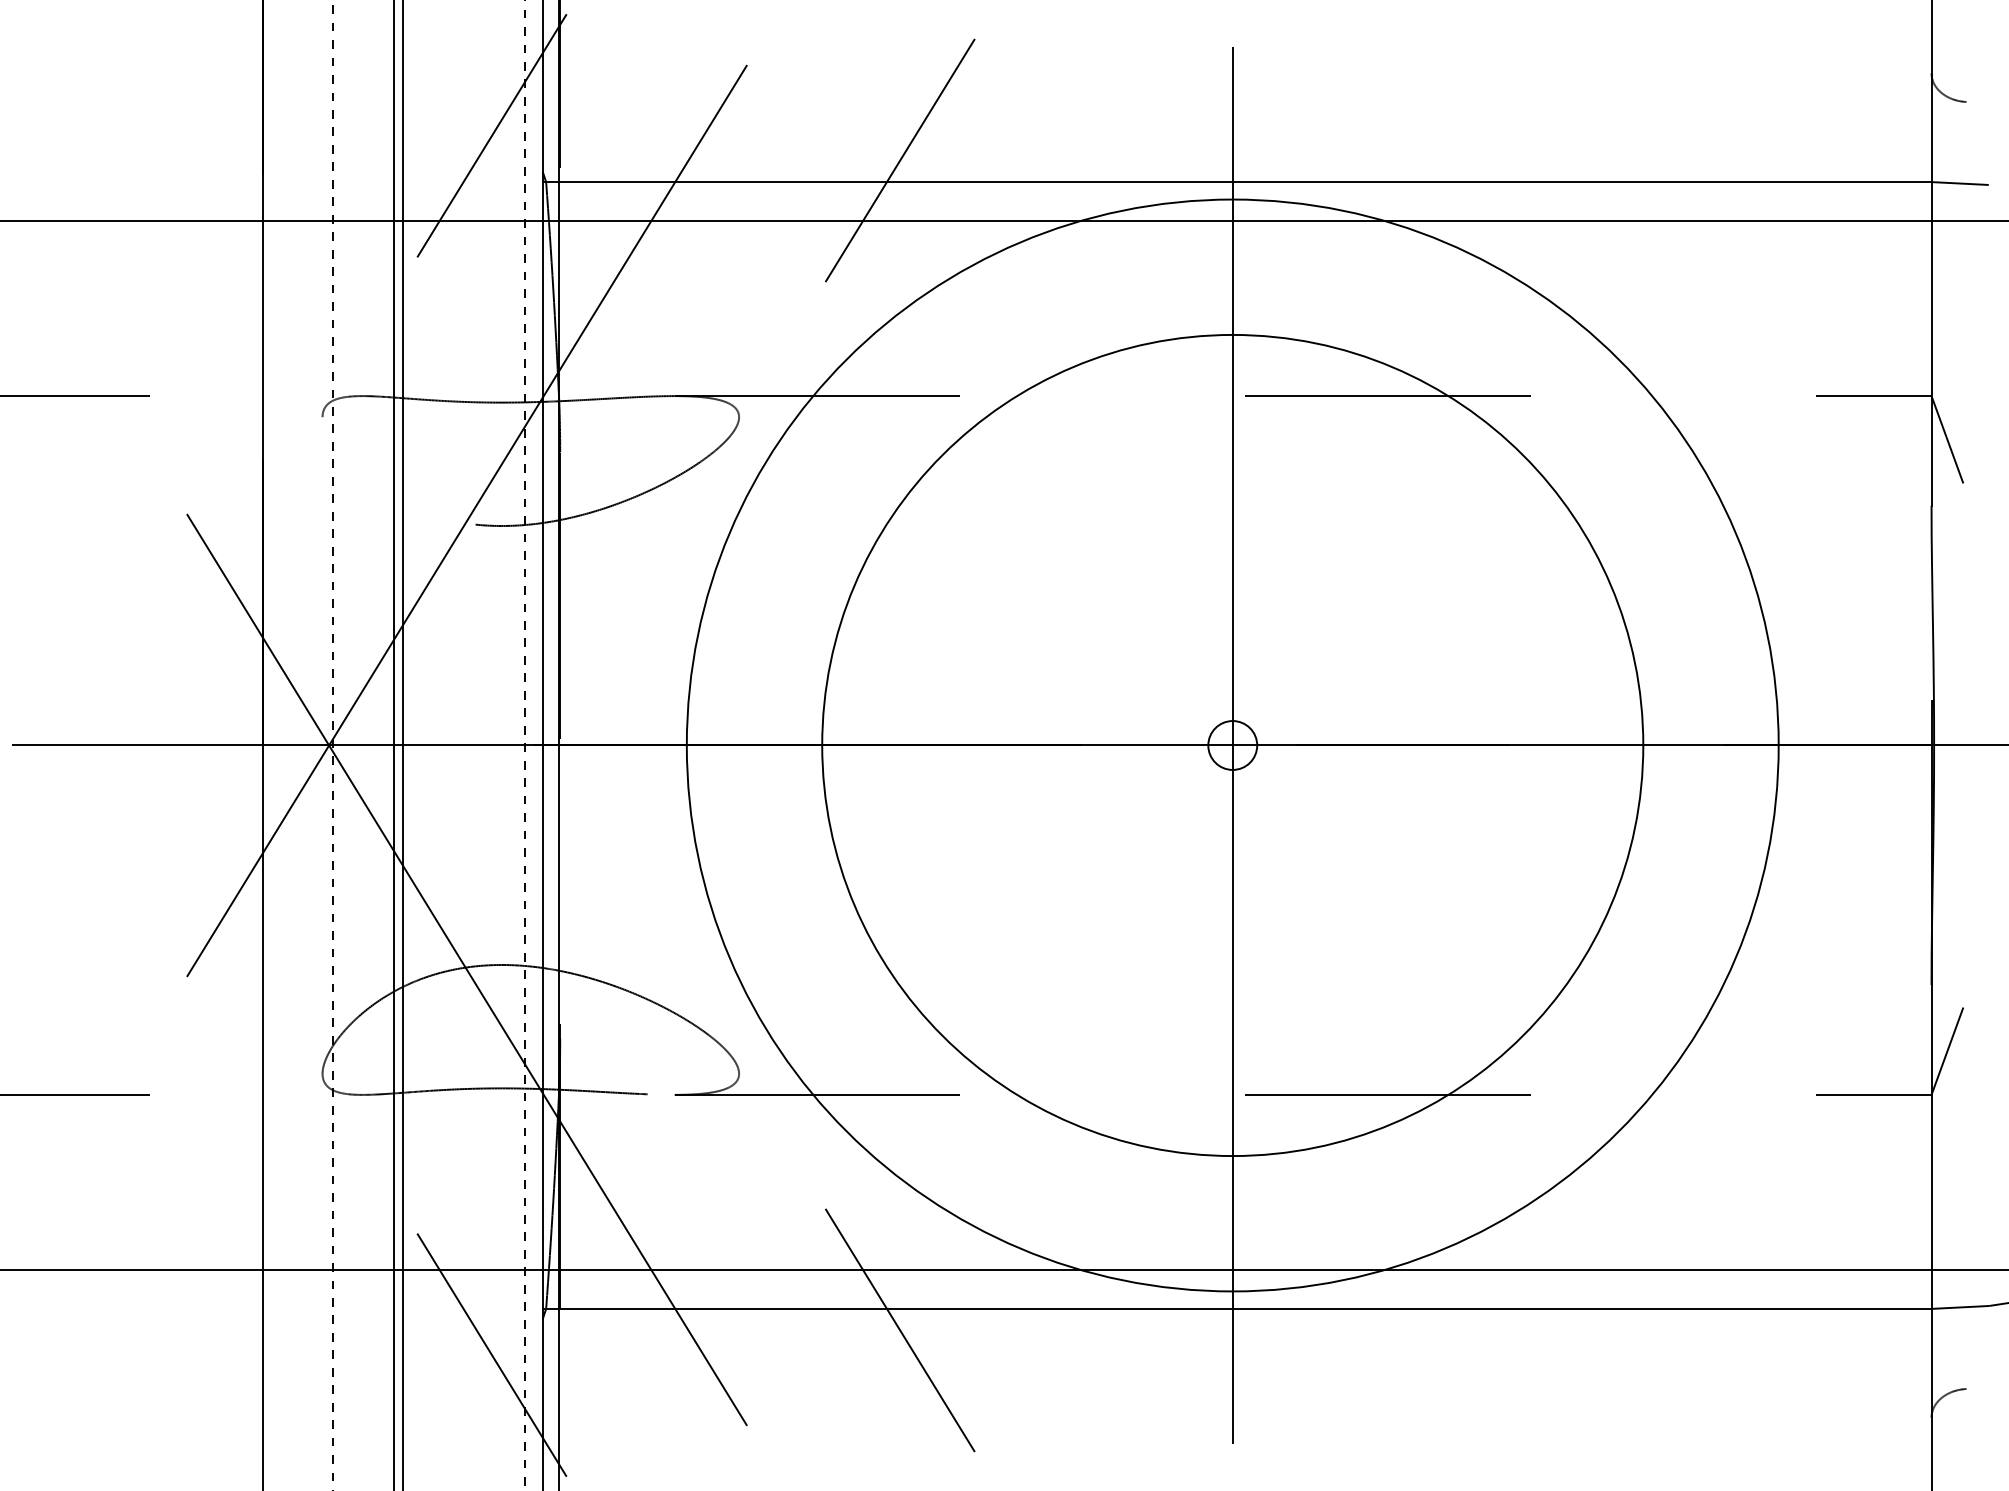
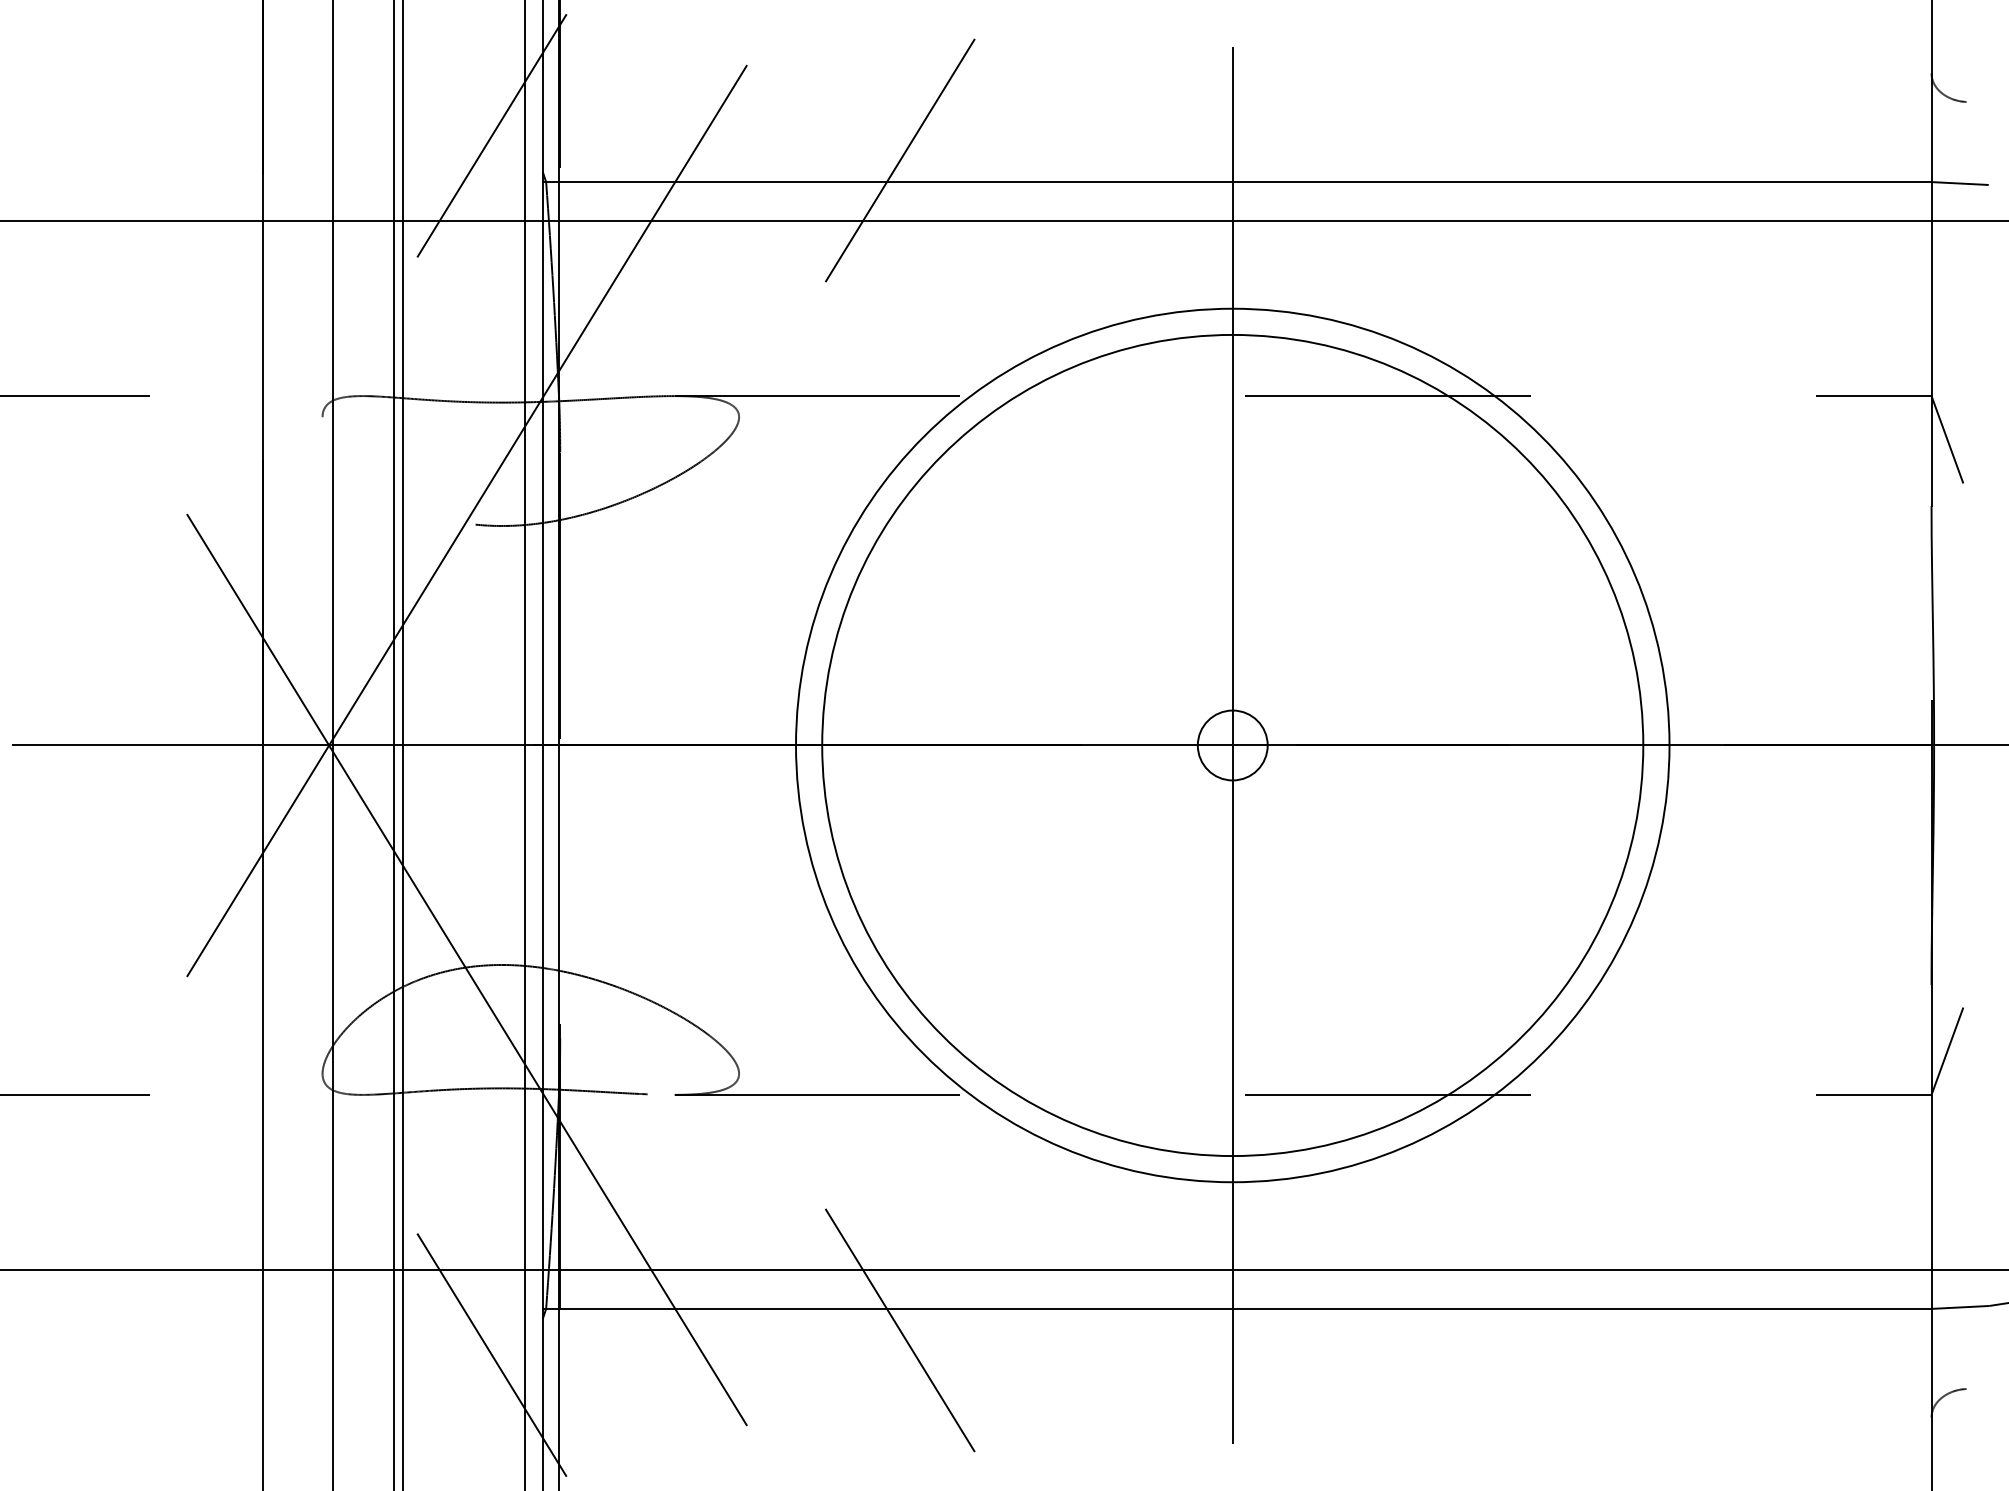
line at (333, 745): dashed -> solid
line at (525, 745): dashed -> solid
circle at (1232, 745) diameter: 1092 px -> 873 px
circle at (1232, 745) diameter: 49 px -> 70 px
